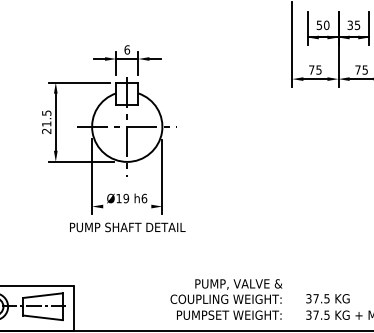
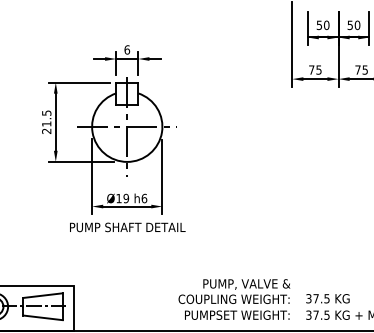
text at (353, 25): 35 -> 50
line at (127, 206): none -> present
text at (226, 299) position: (226, 299) -> (234, 299)
